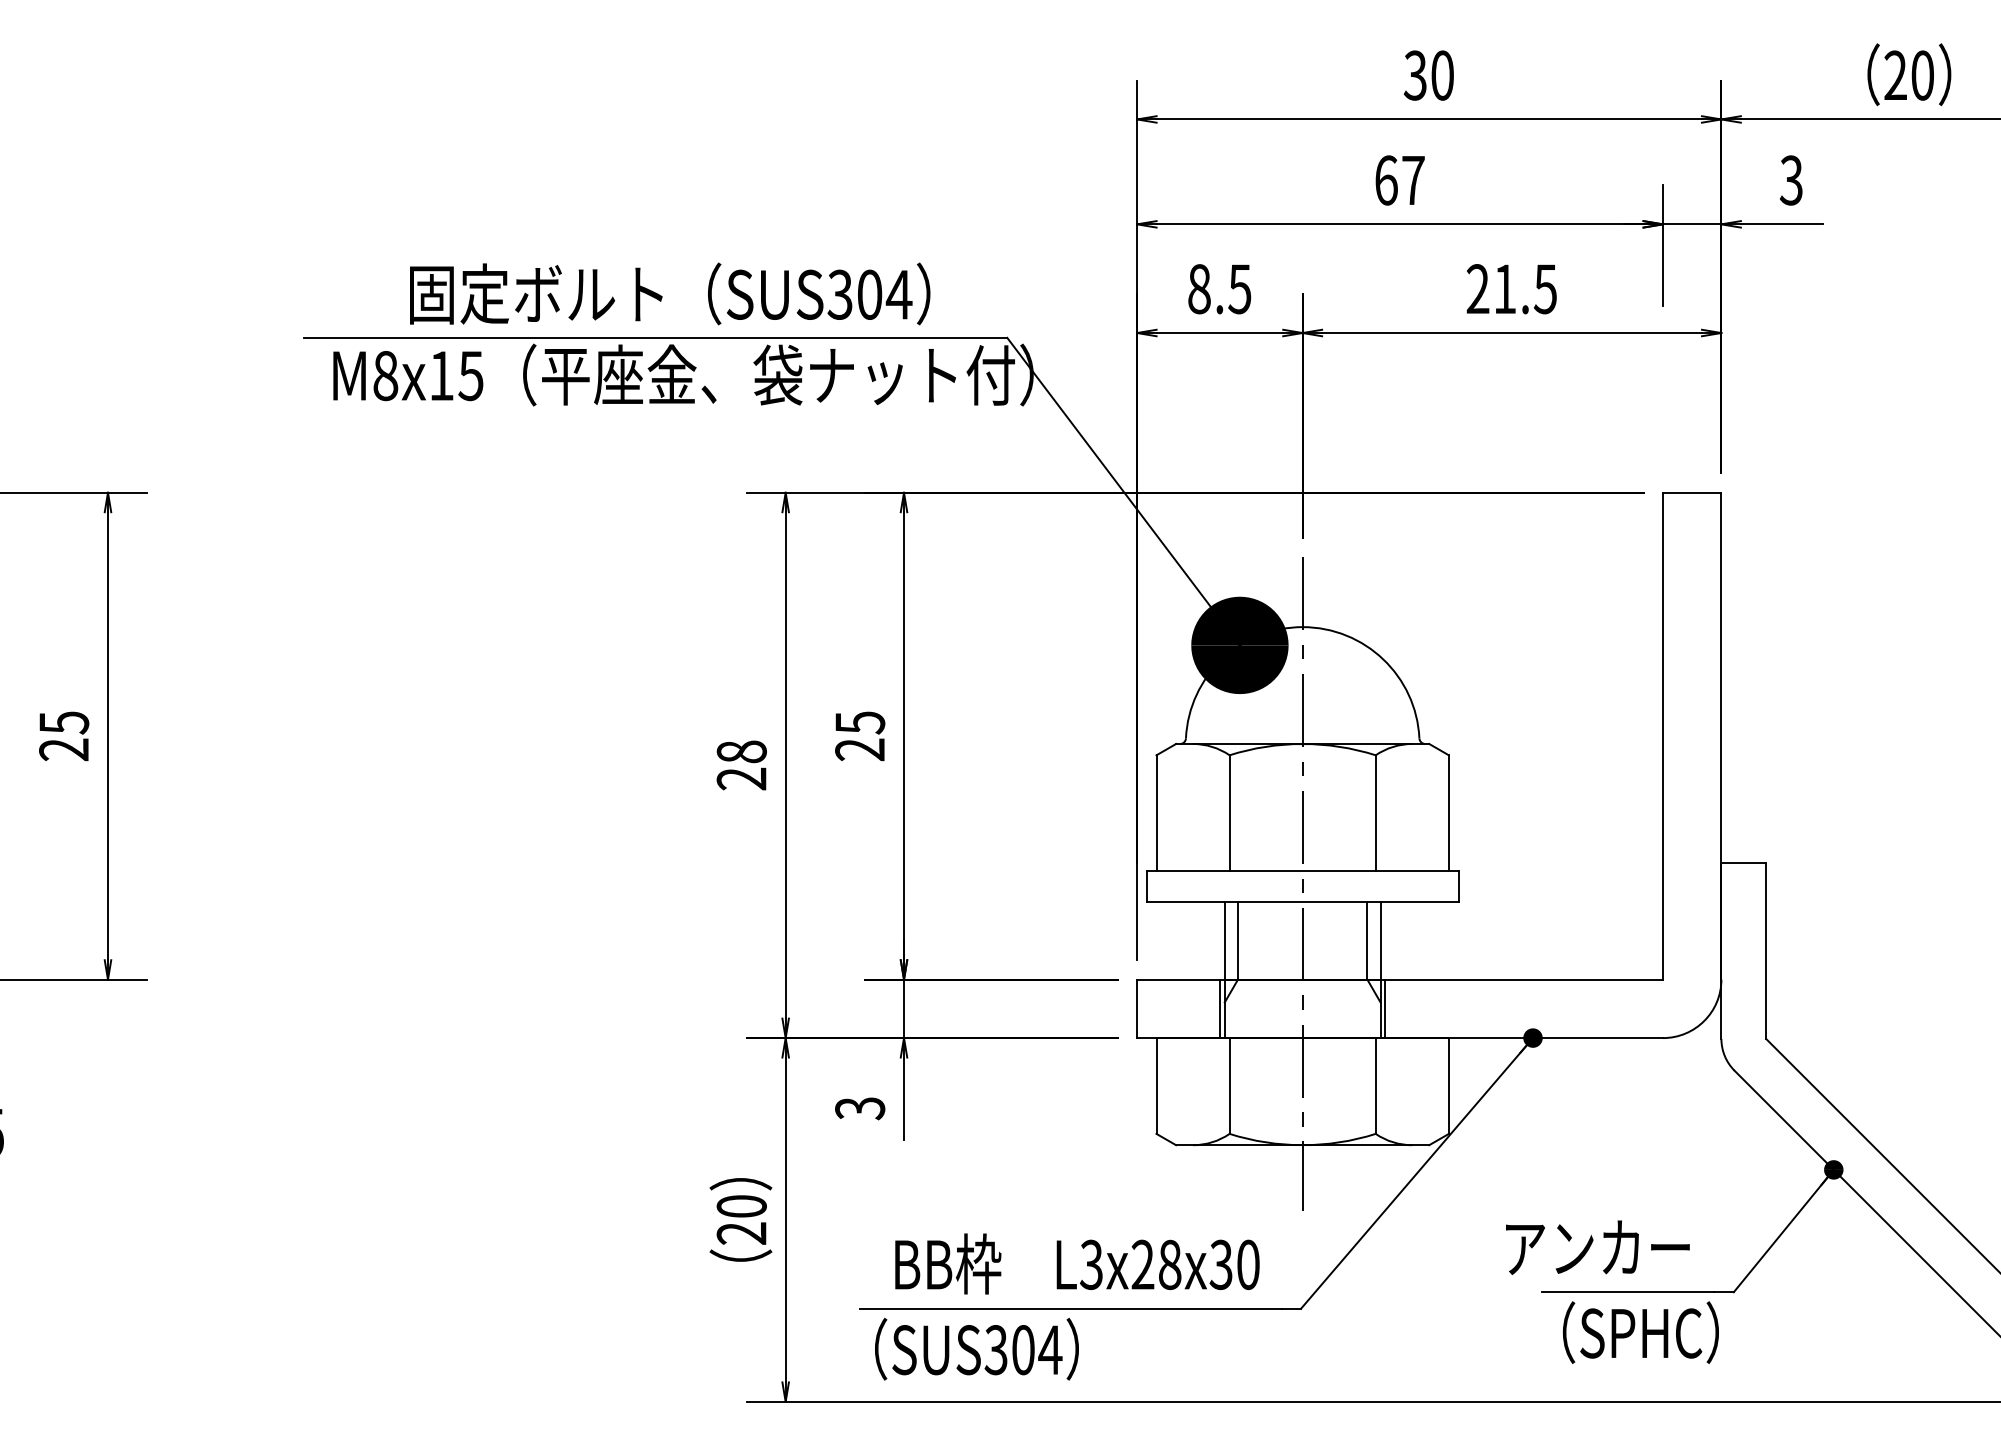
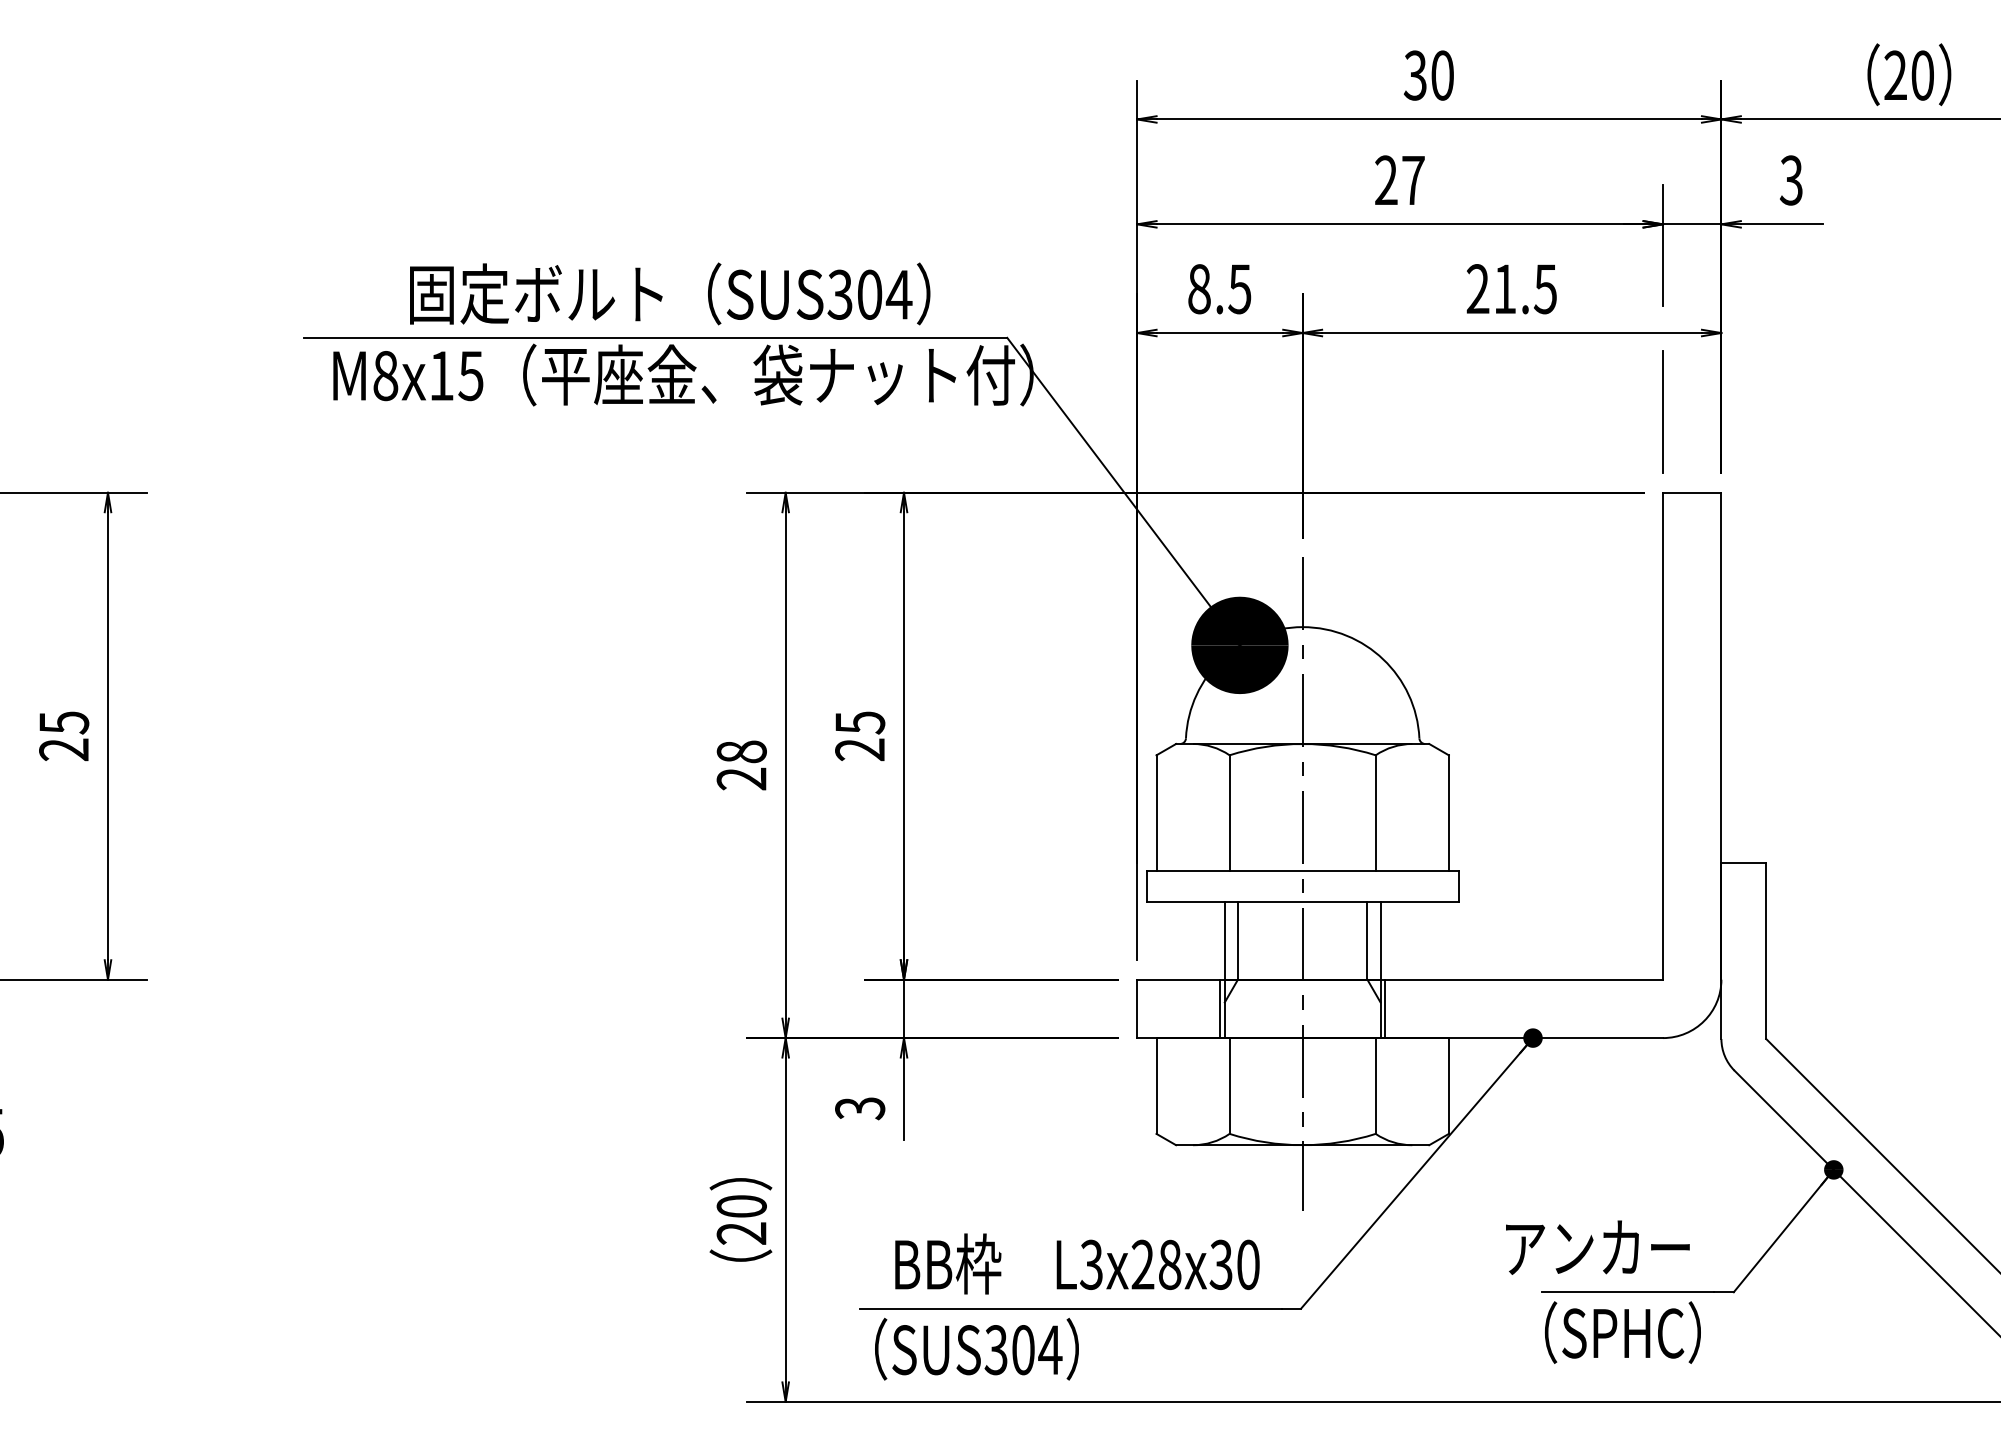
text at (1386, 180): 67 -> 27
line at (1662, 411): none -> present
text at (1640, 1332) position: (1640, 1332) -> (1622, 1332)
